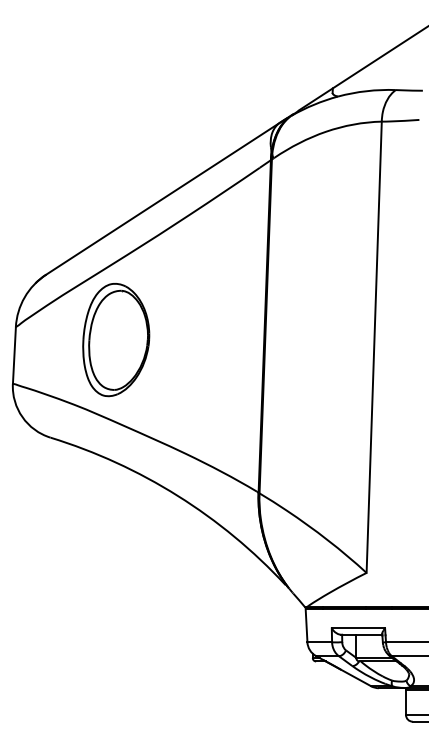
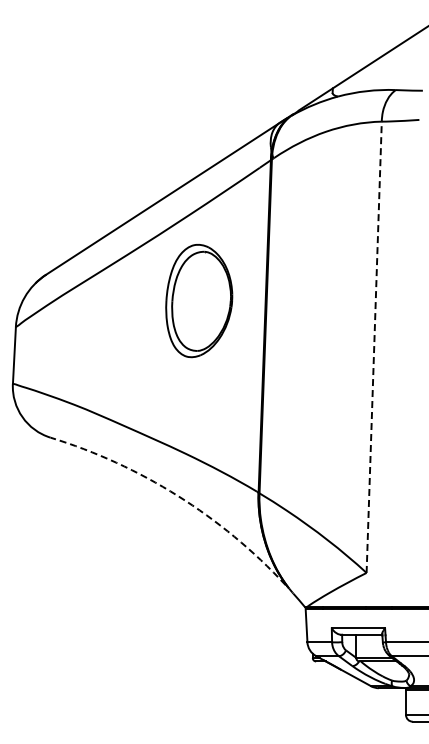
part at (116, 340) position: (116, 340) -> (199, 301)
line at (374, 347): solid -> dashed
arc at (177, 495): solid -> dashed
